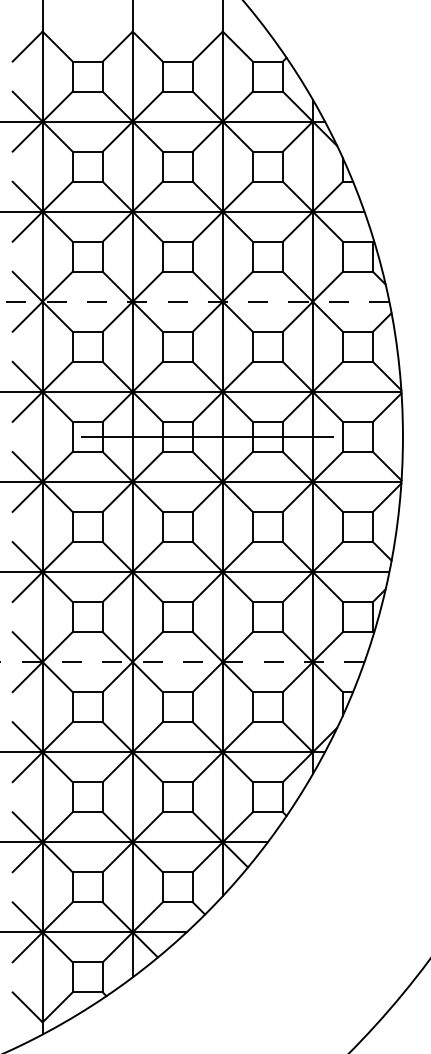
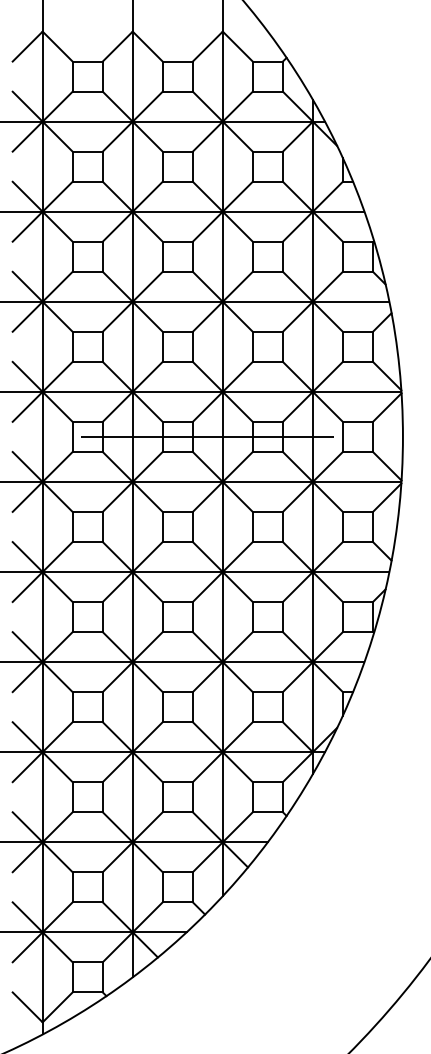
line at (194, 301): dashed -> solid
line at (182, 662): dashed -> solid
